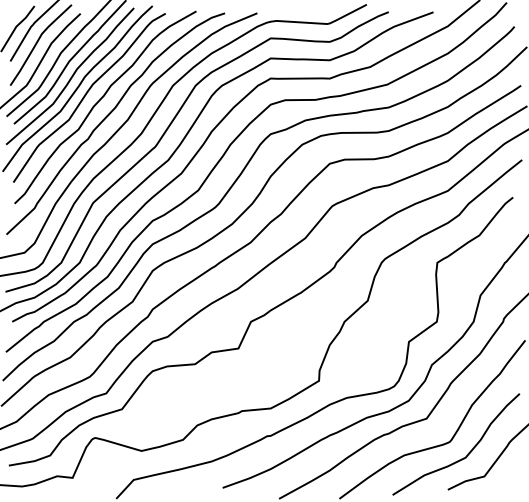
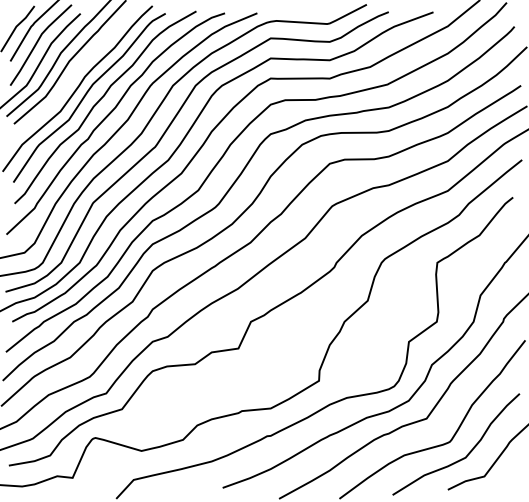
curve at (71, 76): present -> none
